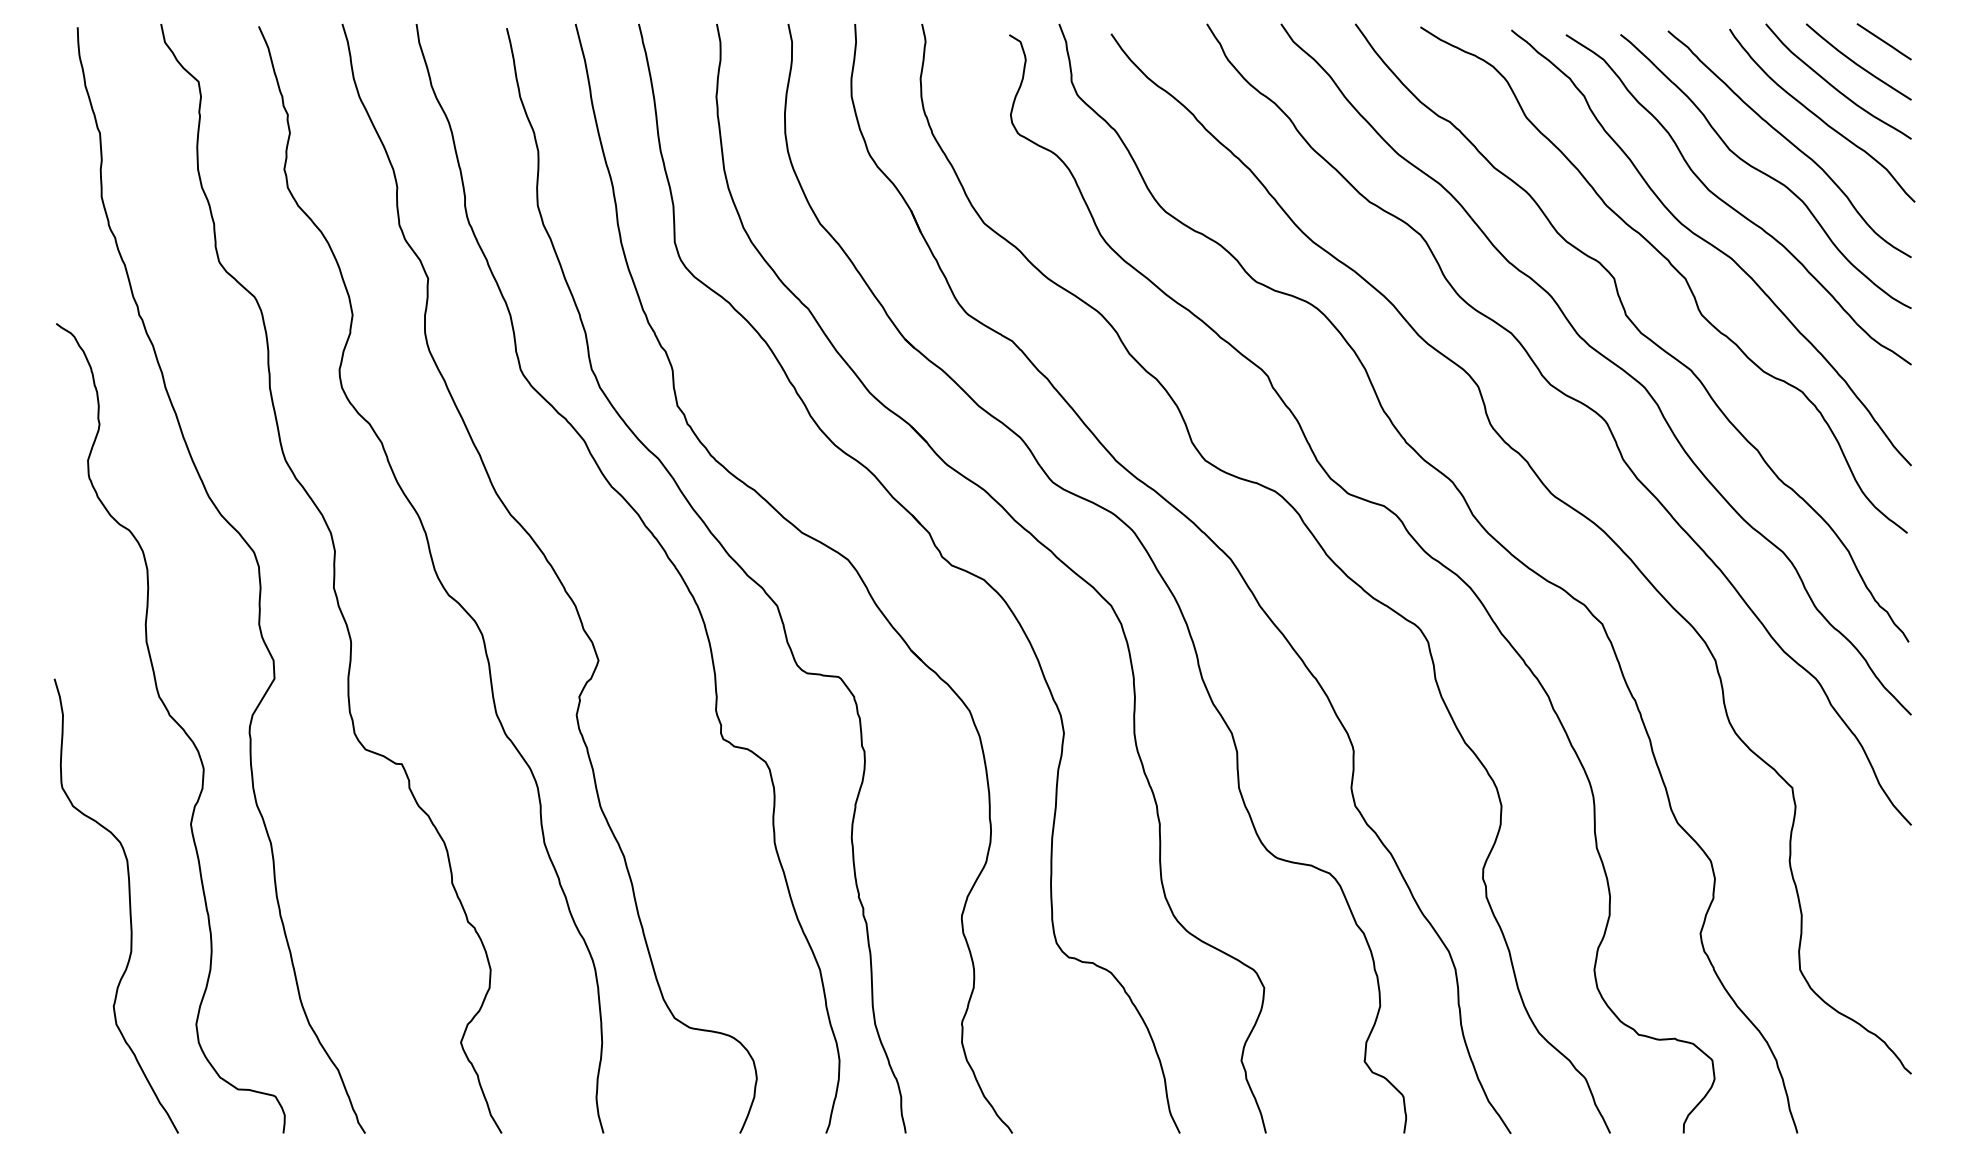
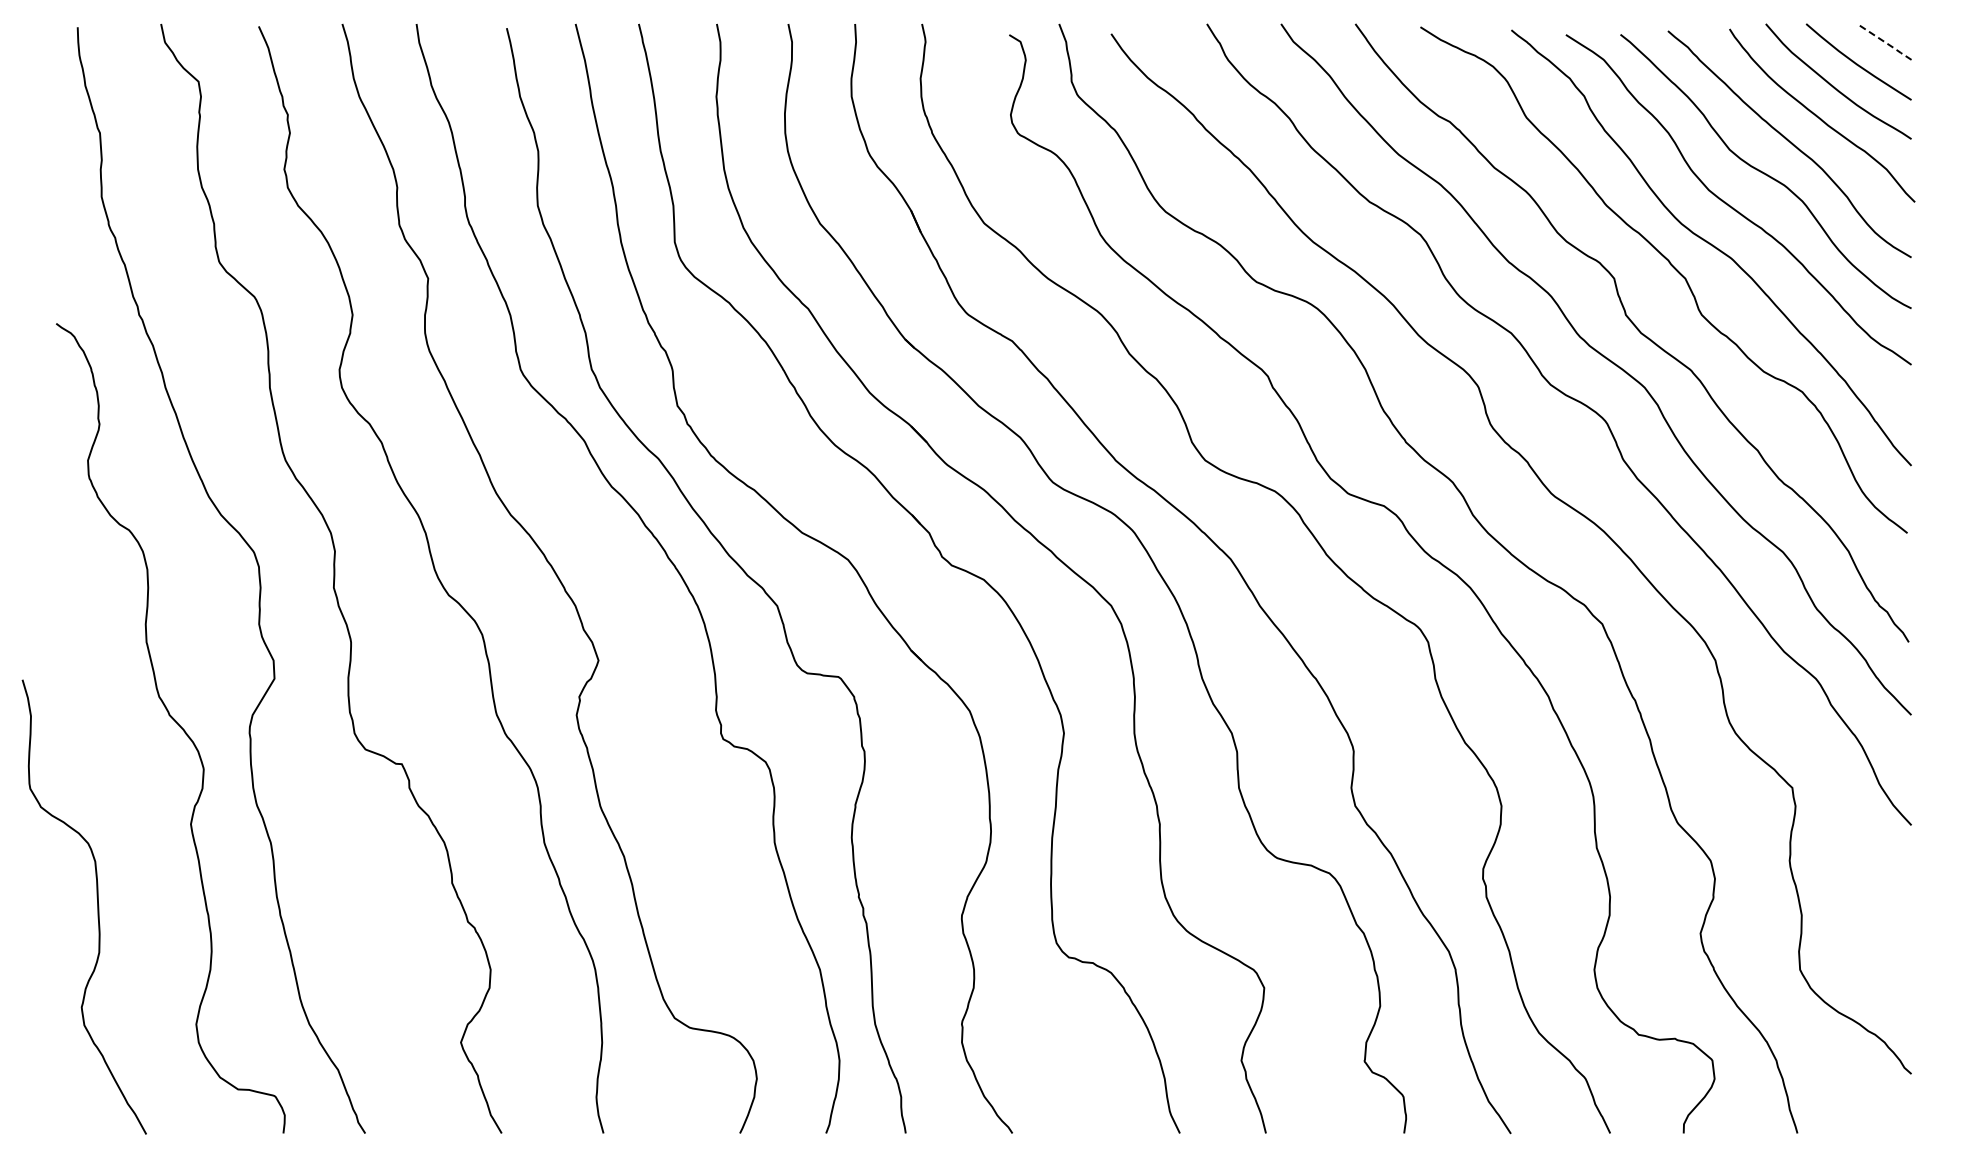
line at (1885, 42): solid -> dashed
curve at (129, 905) position: (129, 905) -> (97, 906)
